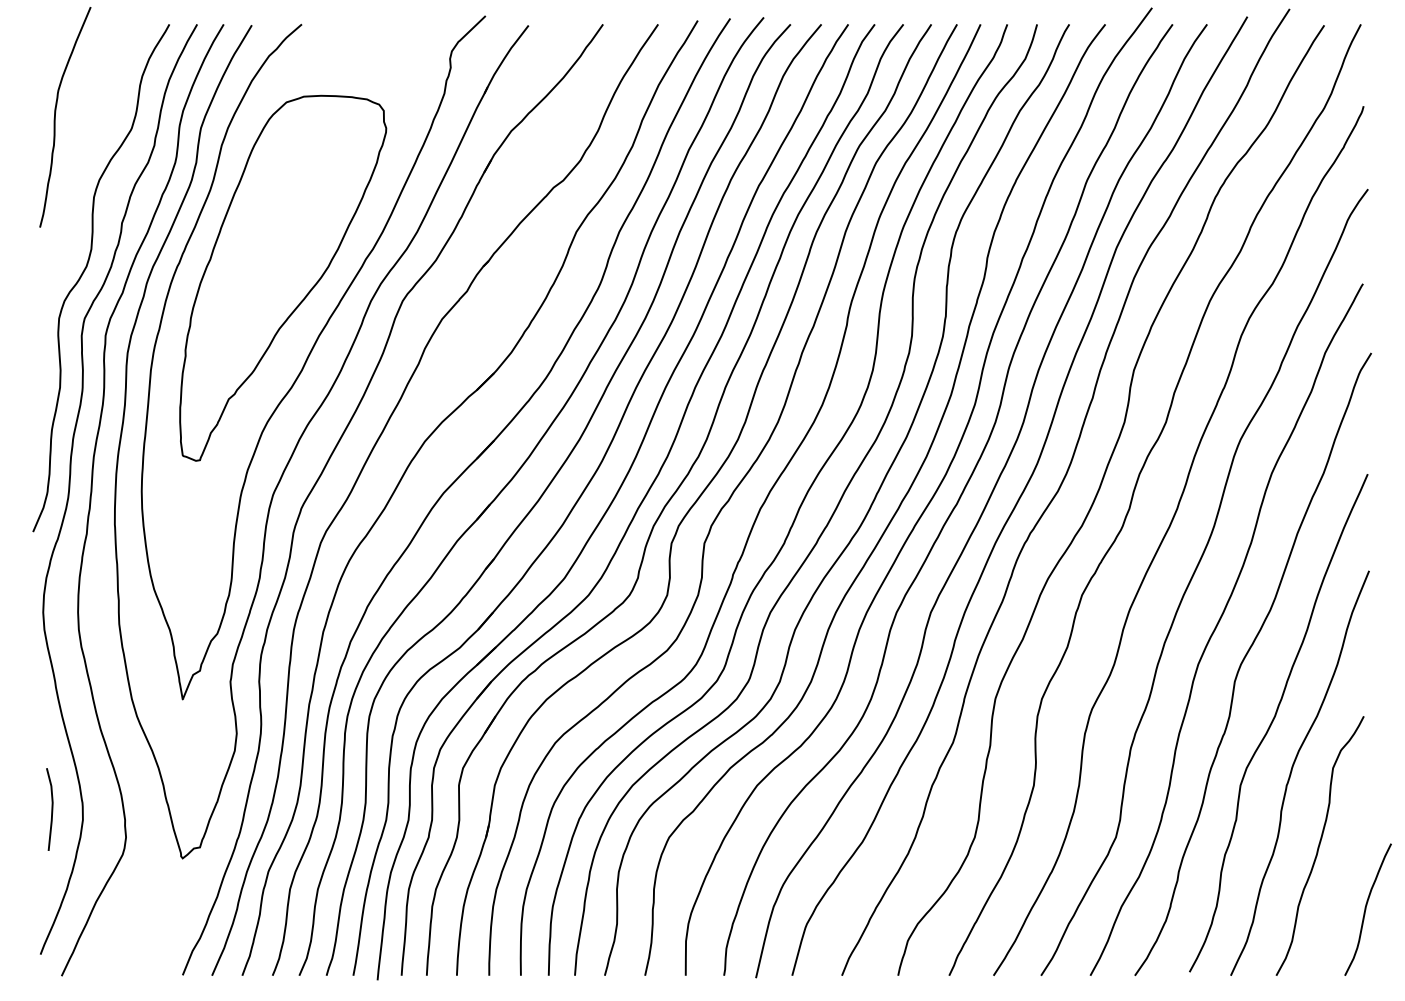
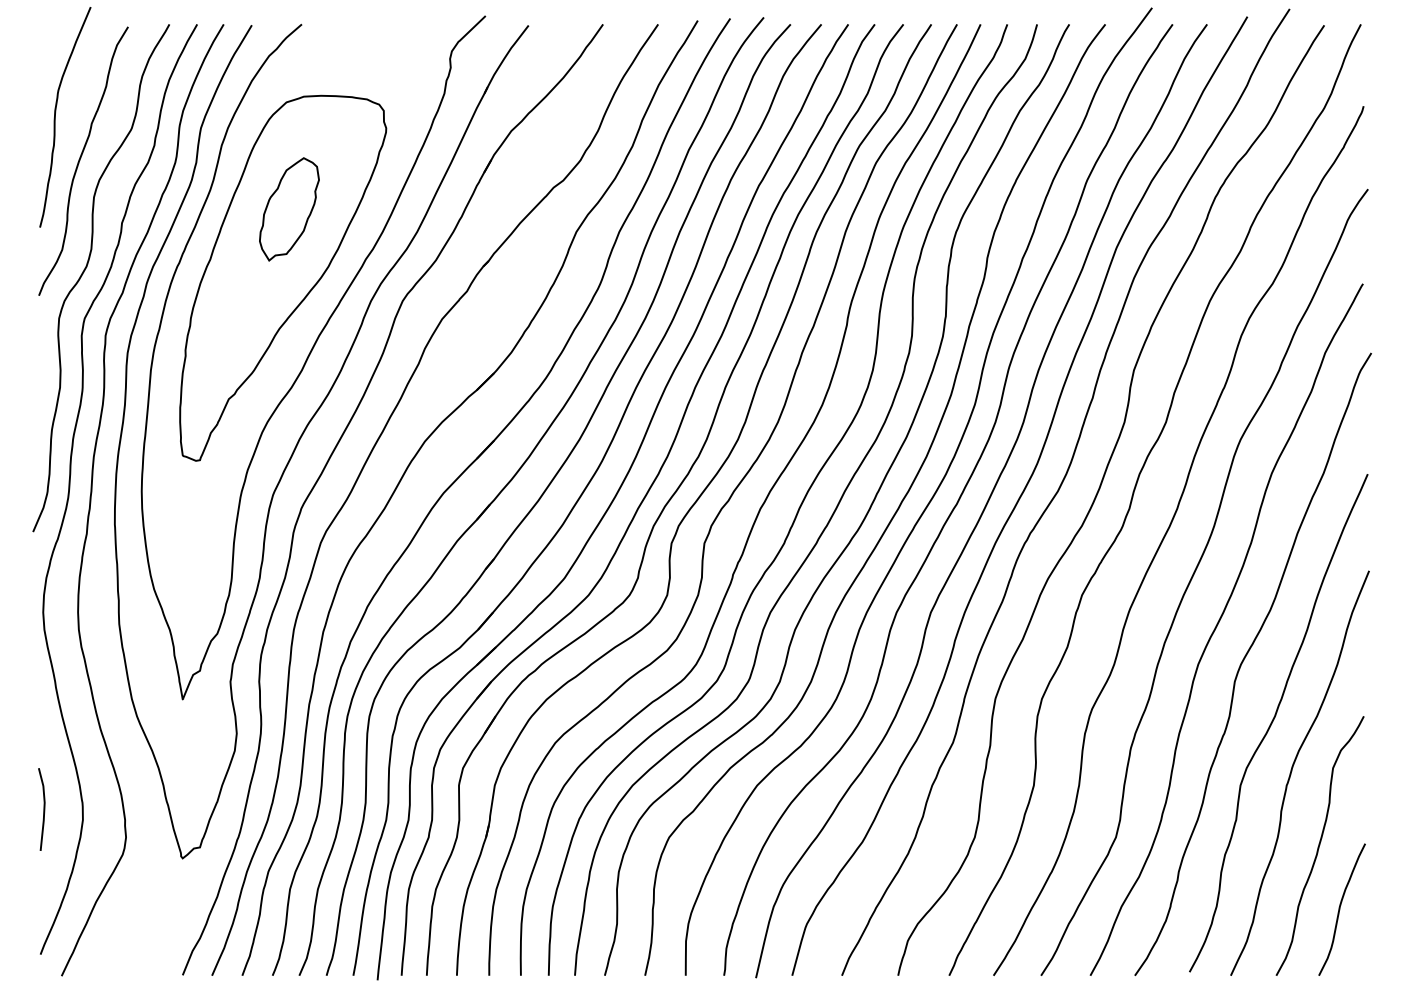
curve at (81, 158): none -> present
part at (289, 209): none -> present
curve at (51, 809) position: (51, 809) -> (43, 809)
curve at (1366, 909) position: (1366, 909) -> (1340, 909)
